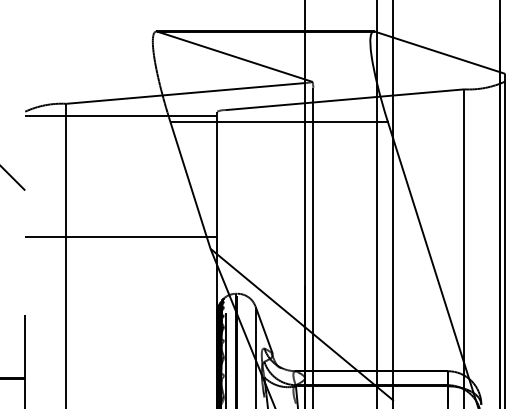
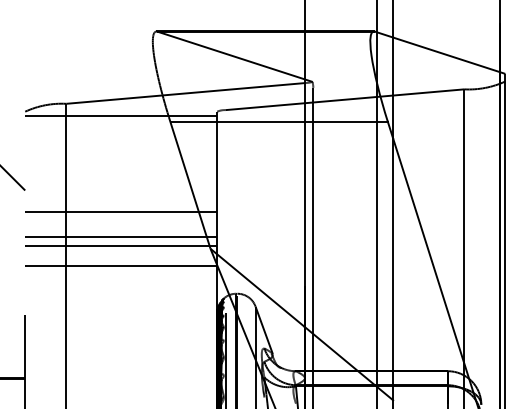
line at (121, 211): none -> present
line at (121, 245): none -> present
line at (121, 265): none -> present
